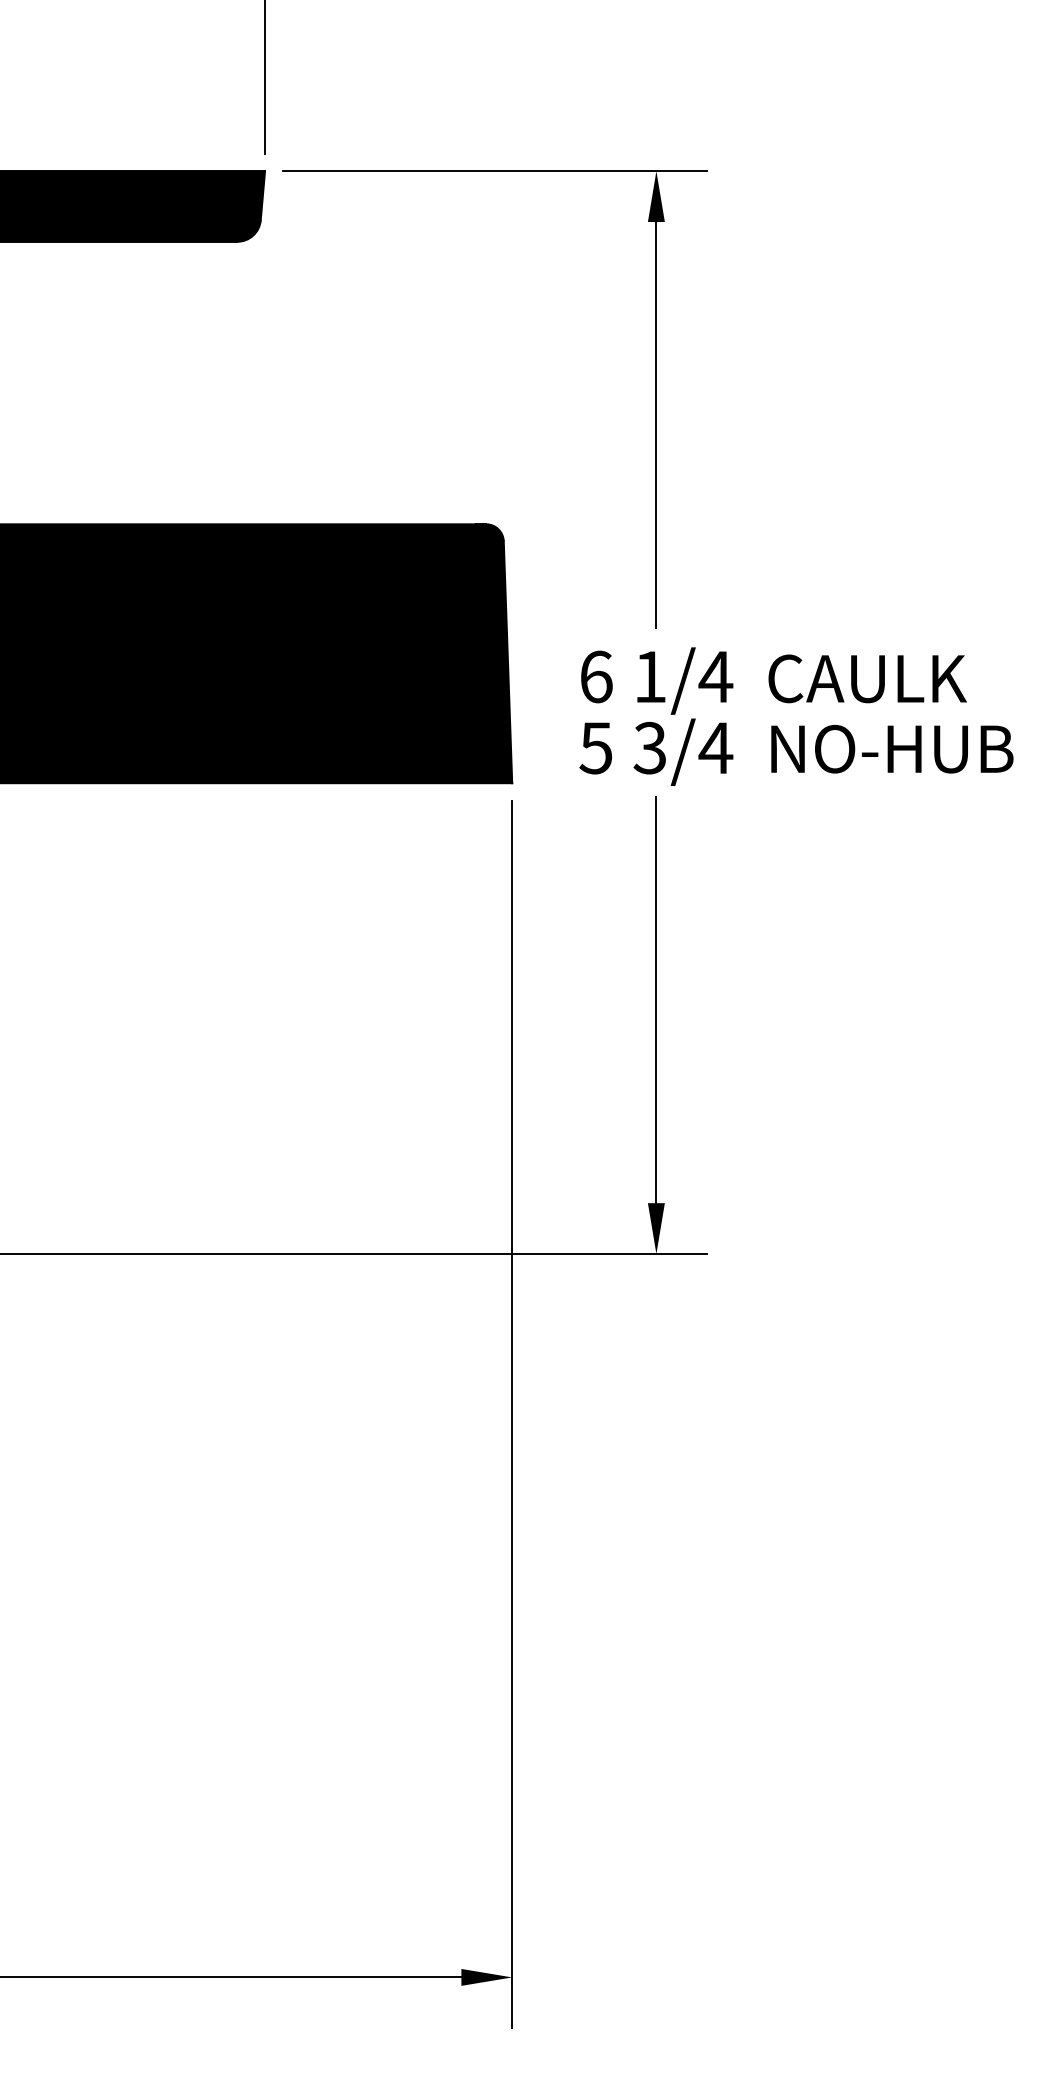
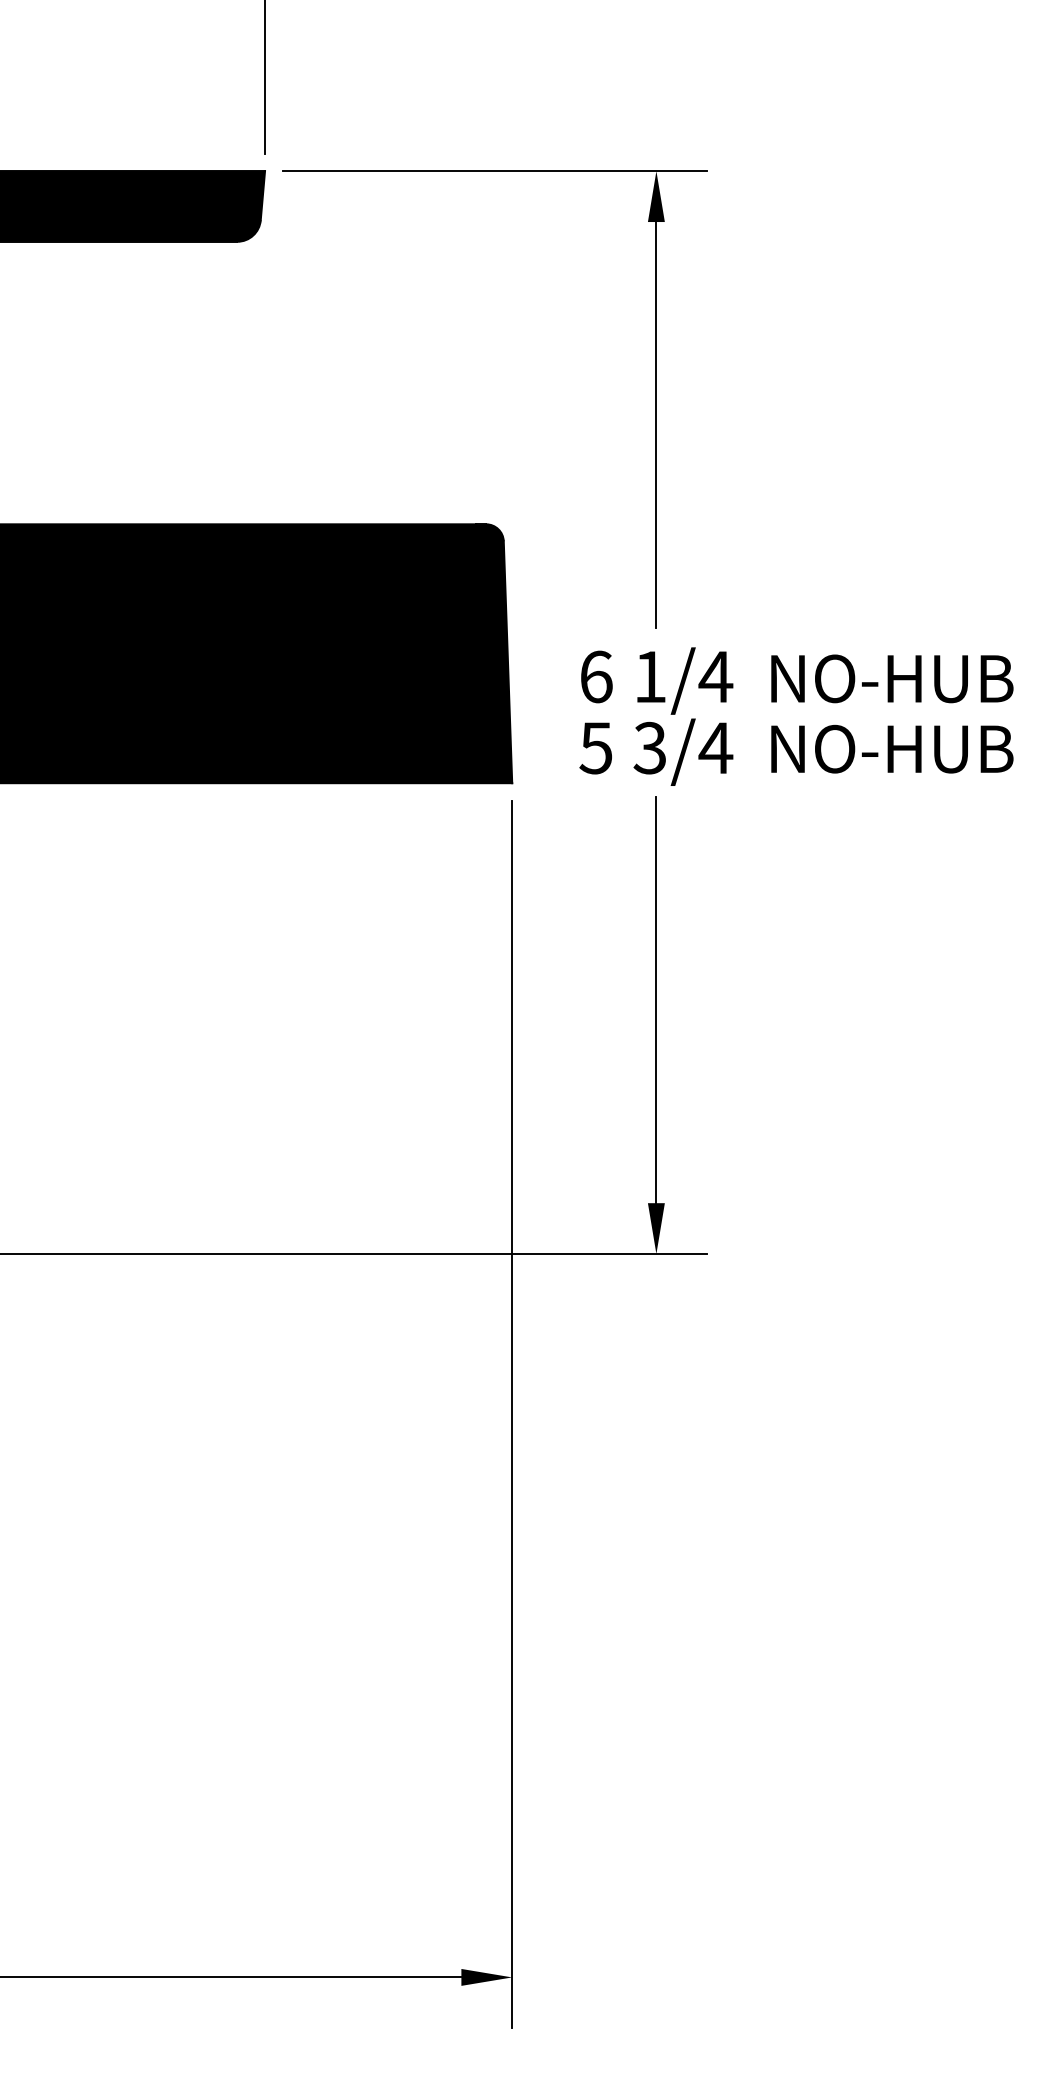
text at (890, 678): CAULK -> NO-HUB
